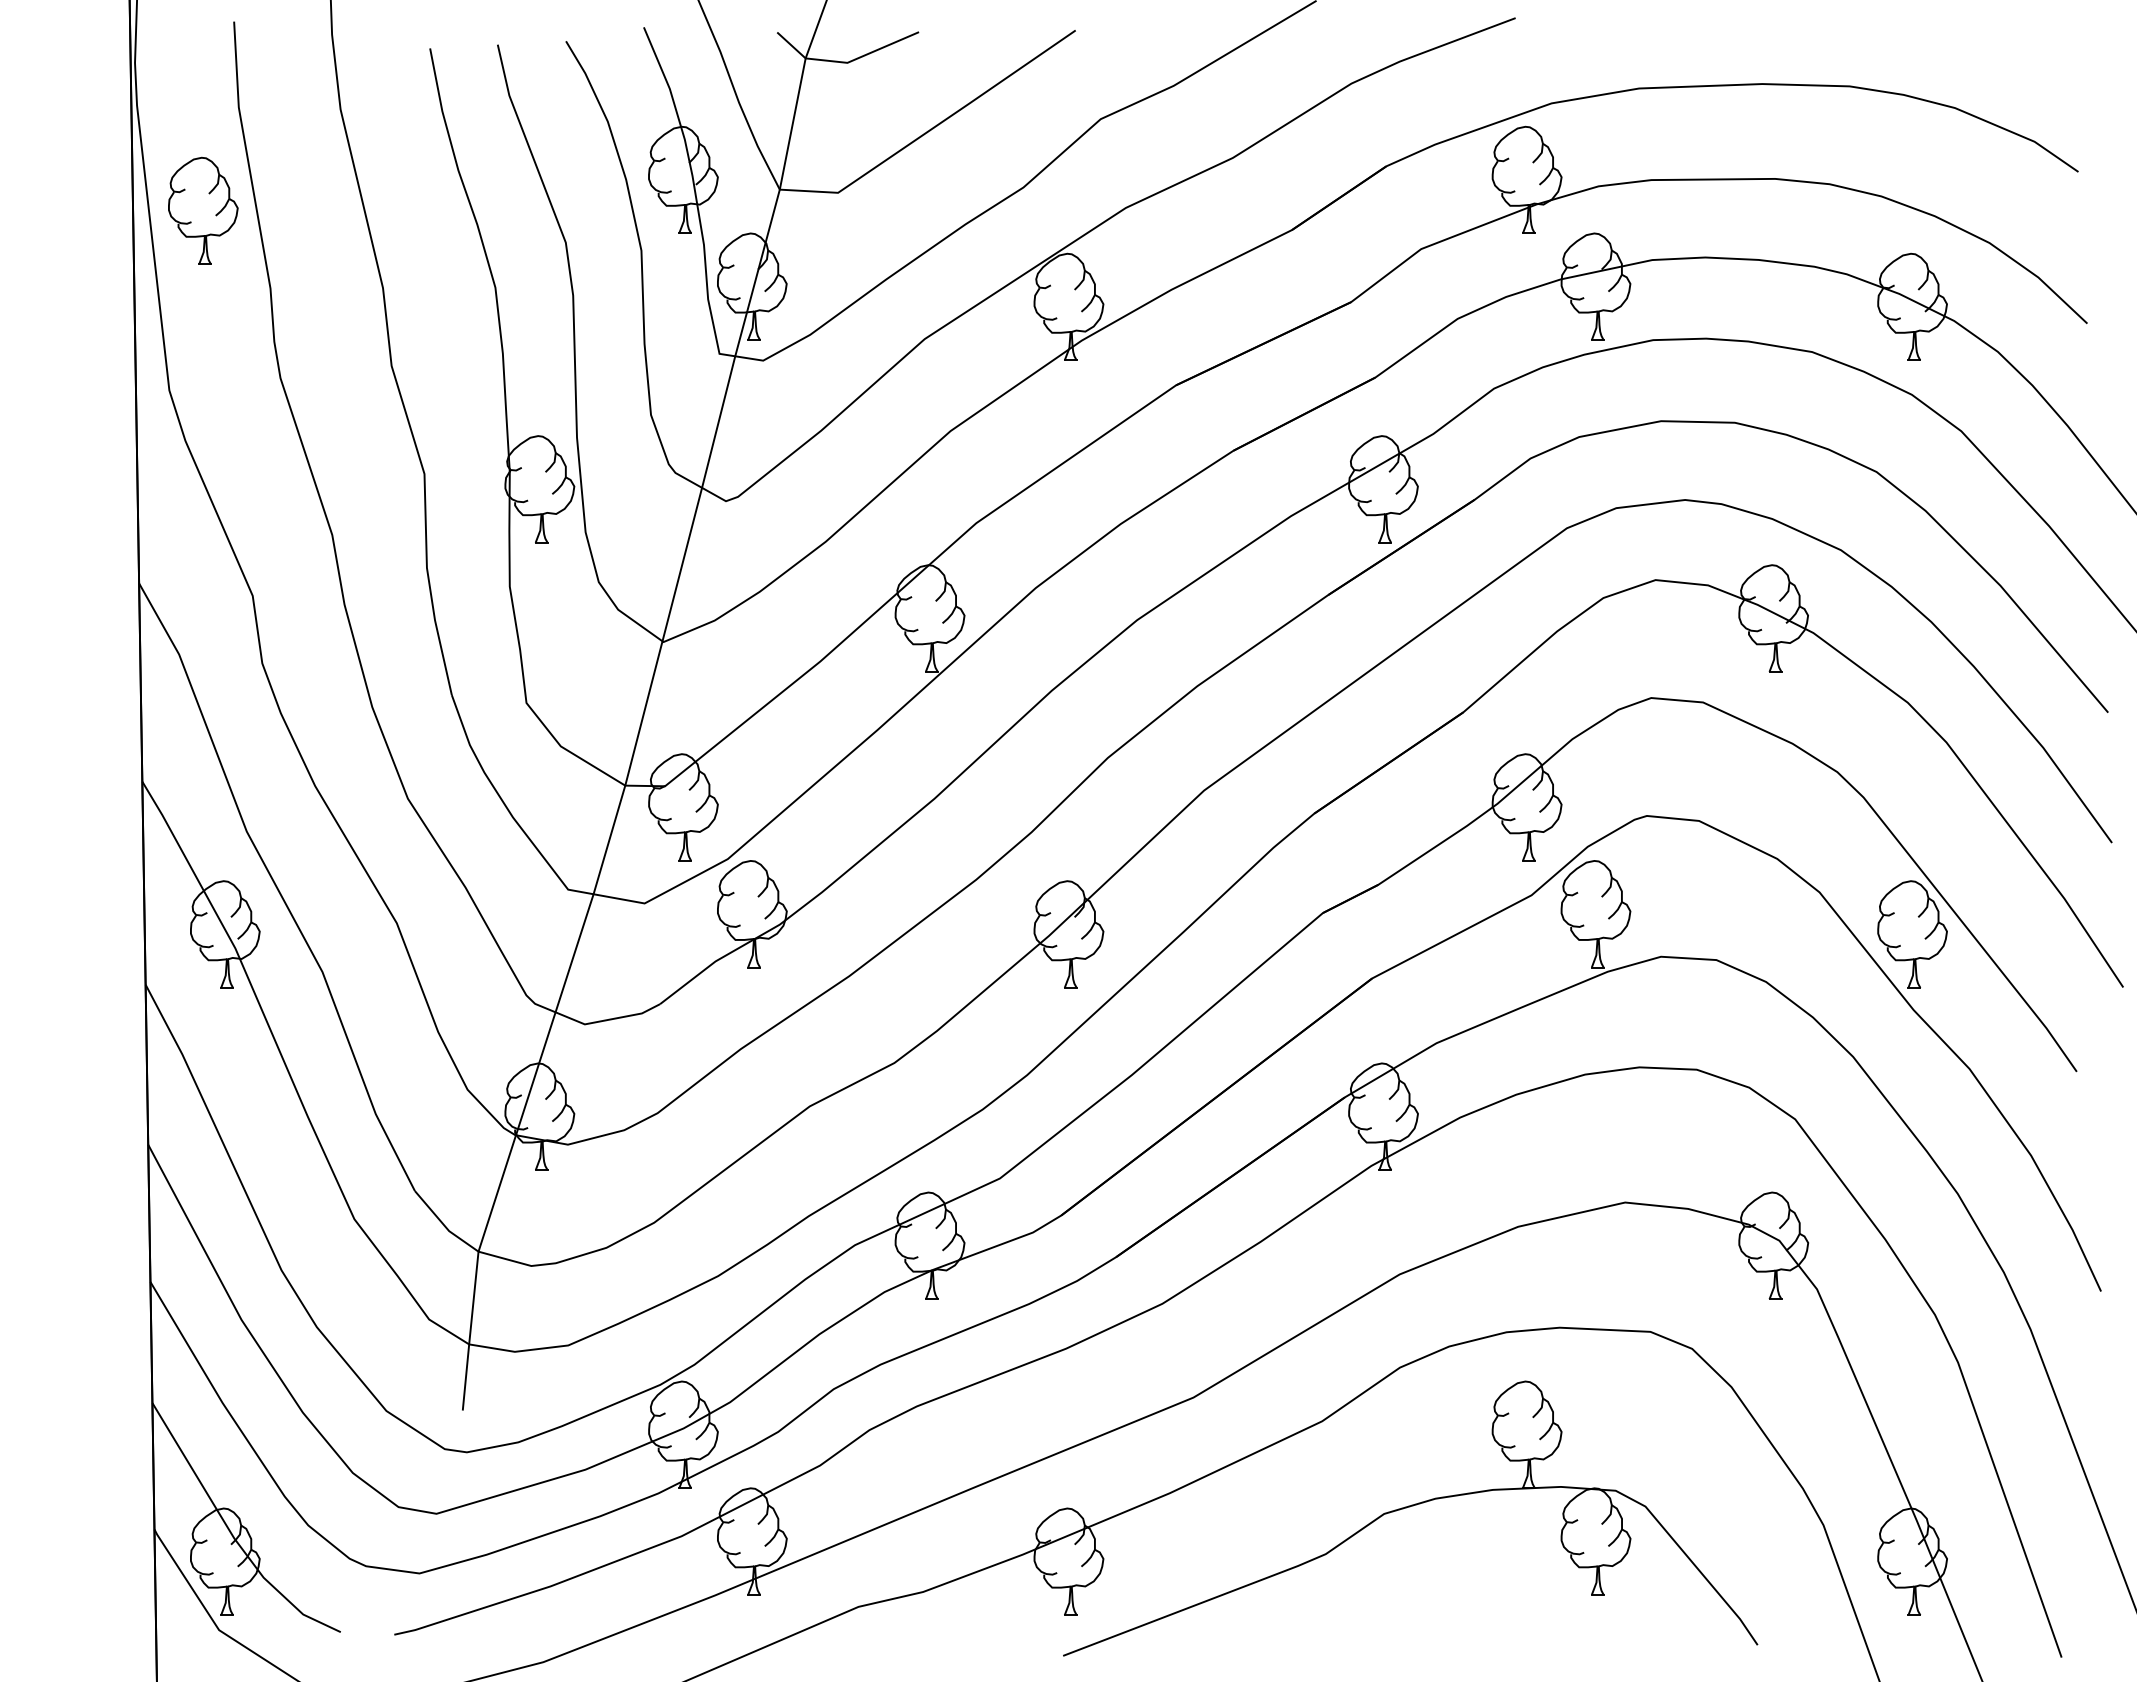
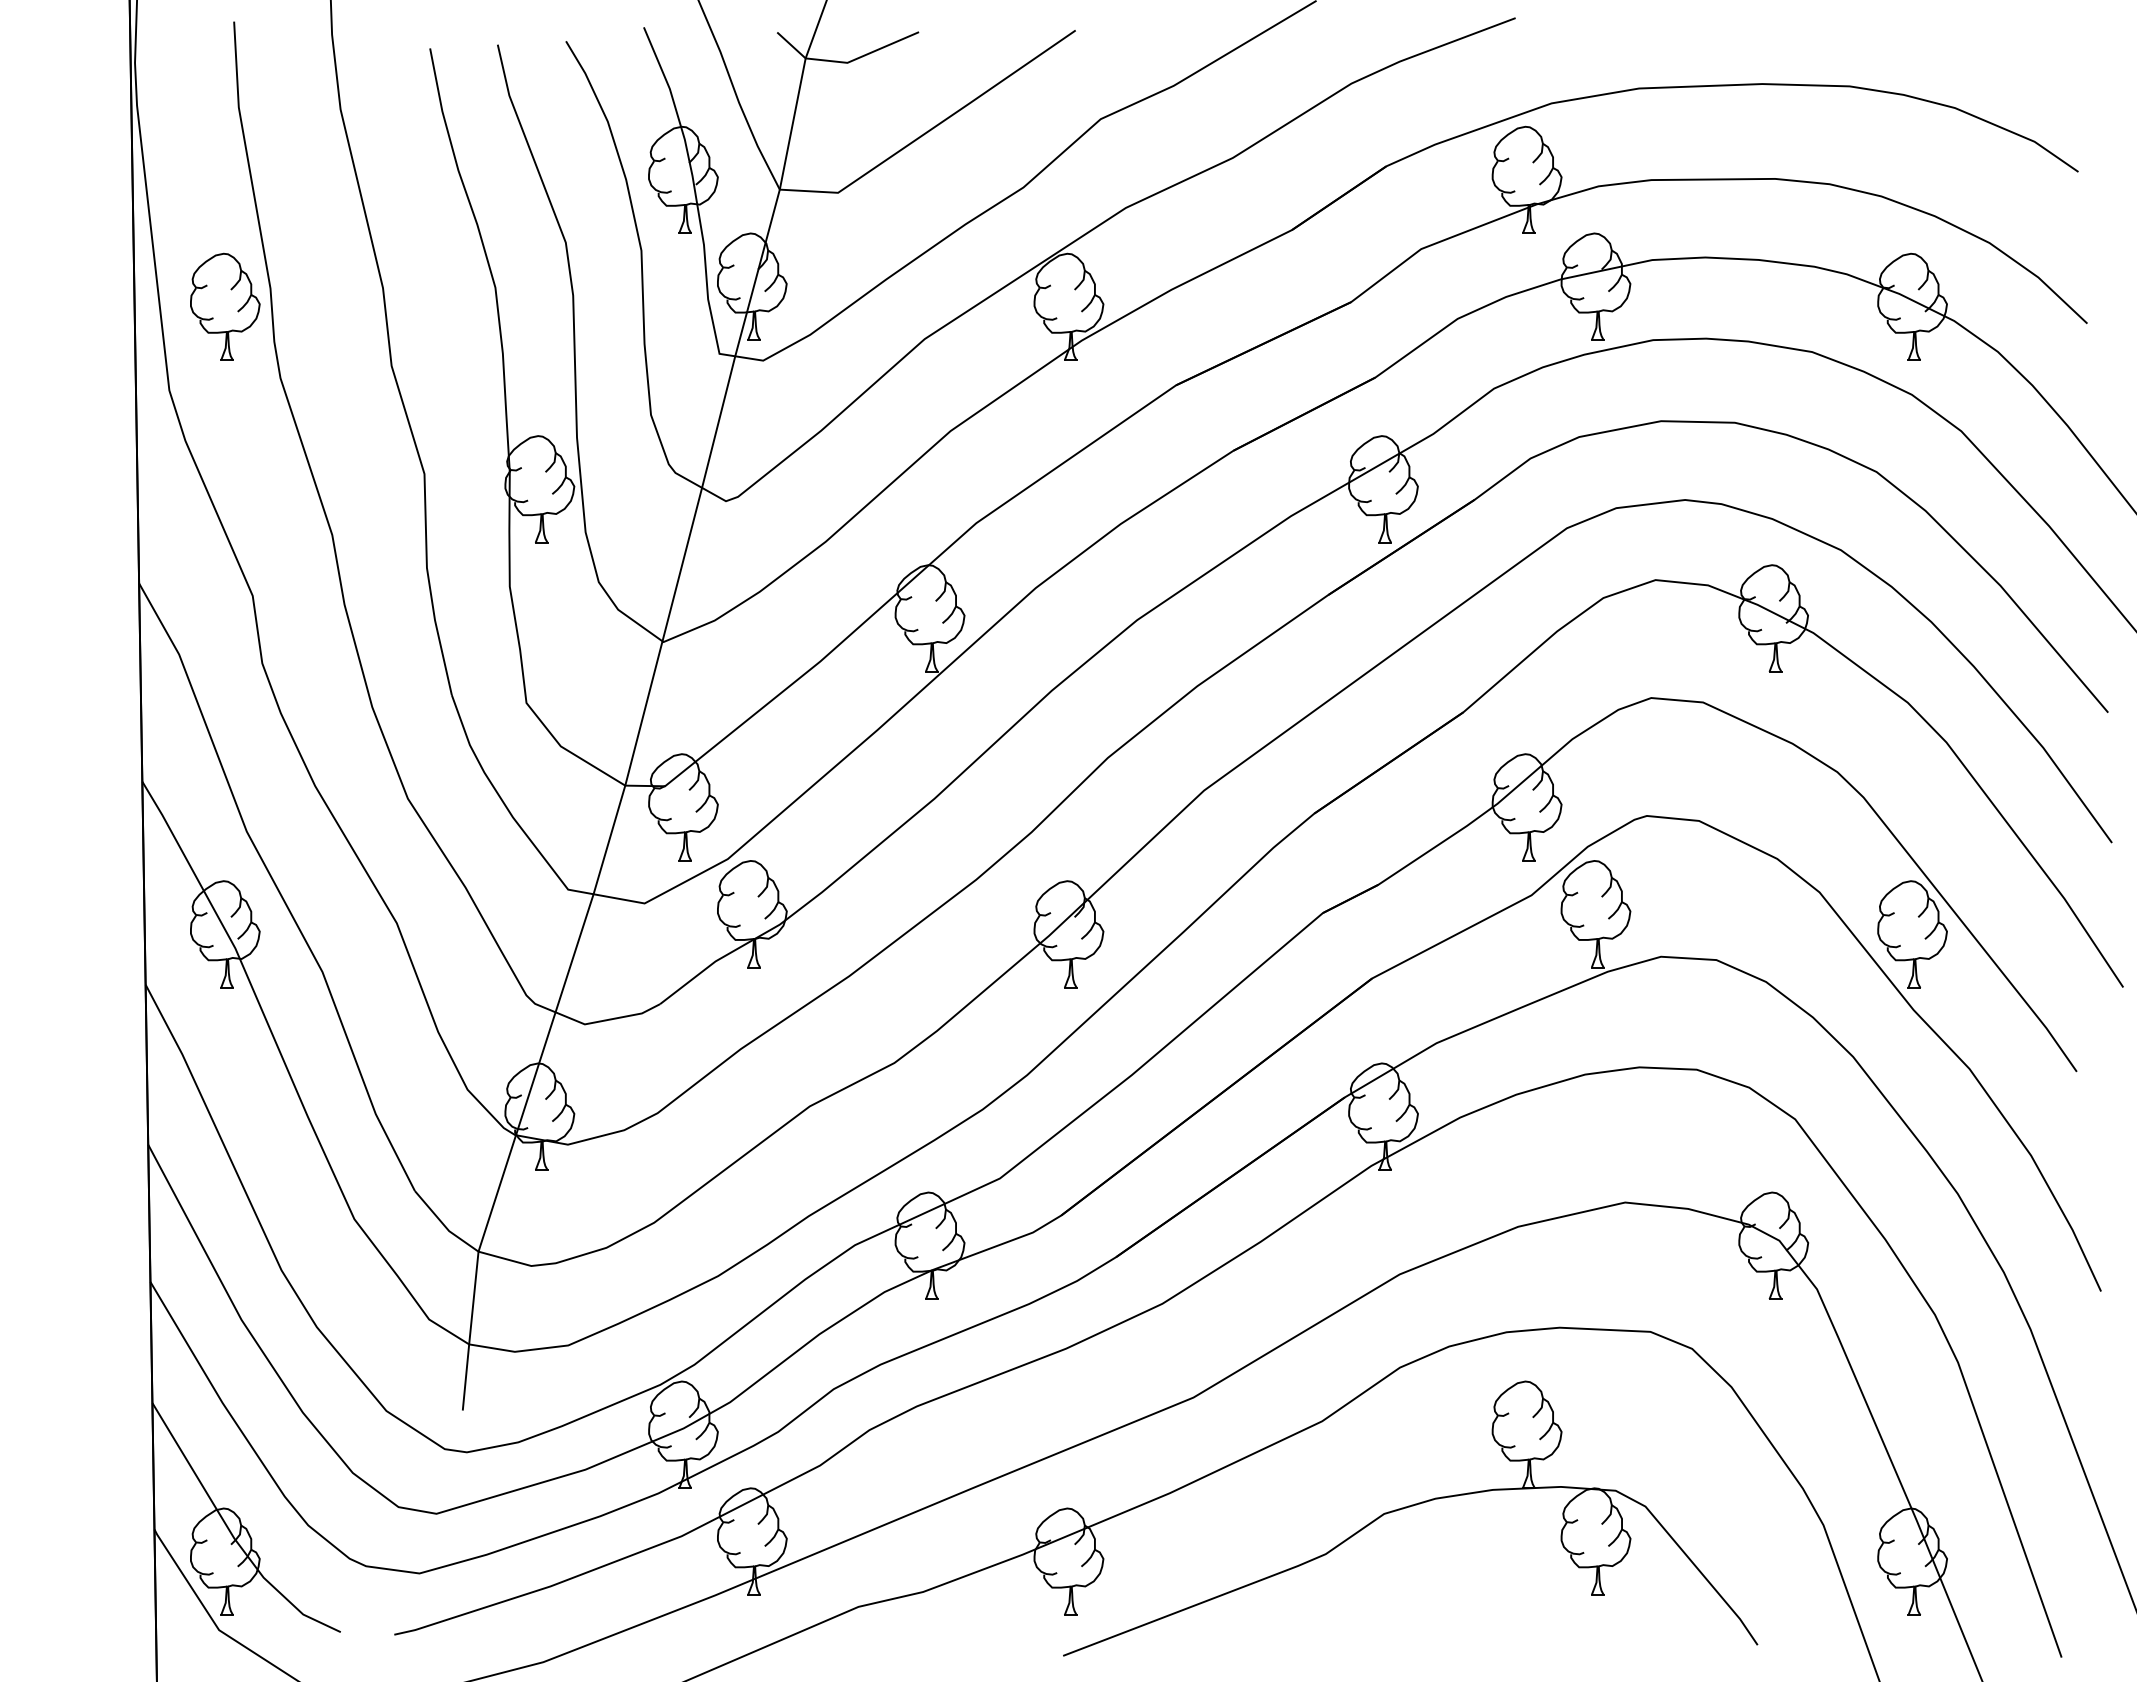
part at (203, 210) position: (203, 210) -> (225, 306)
